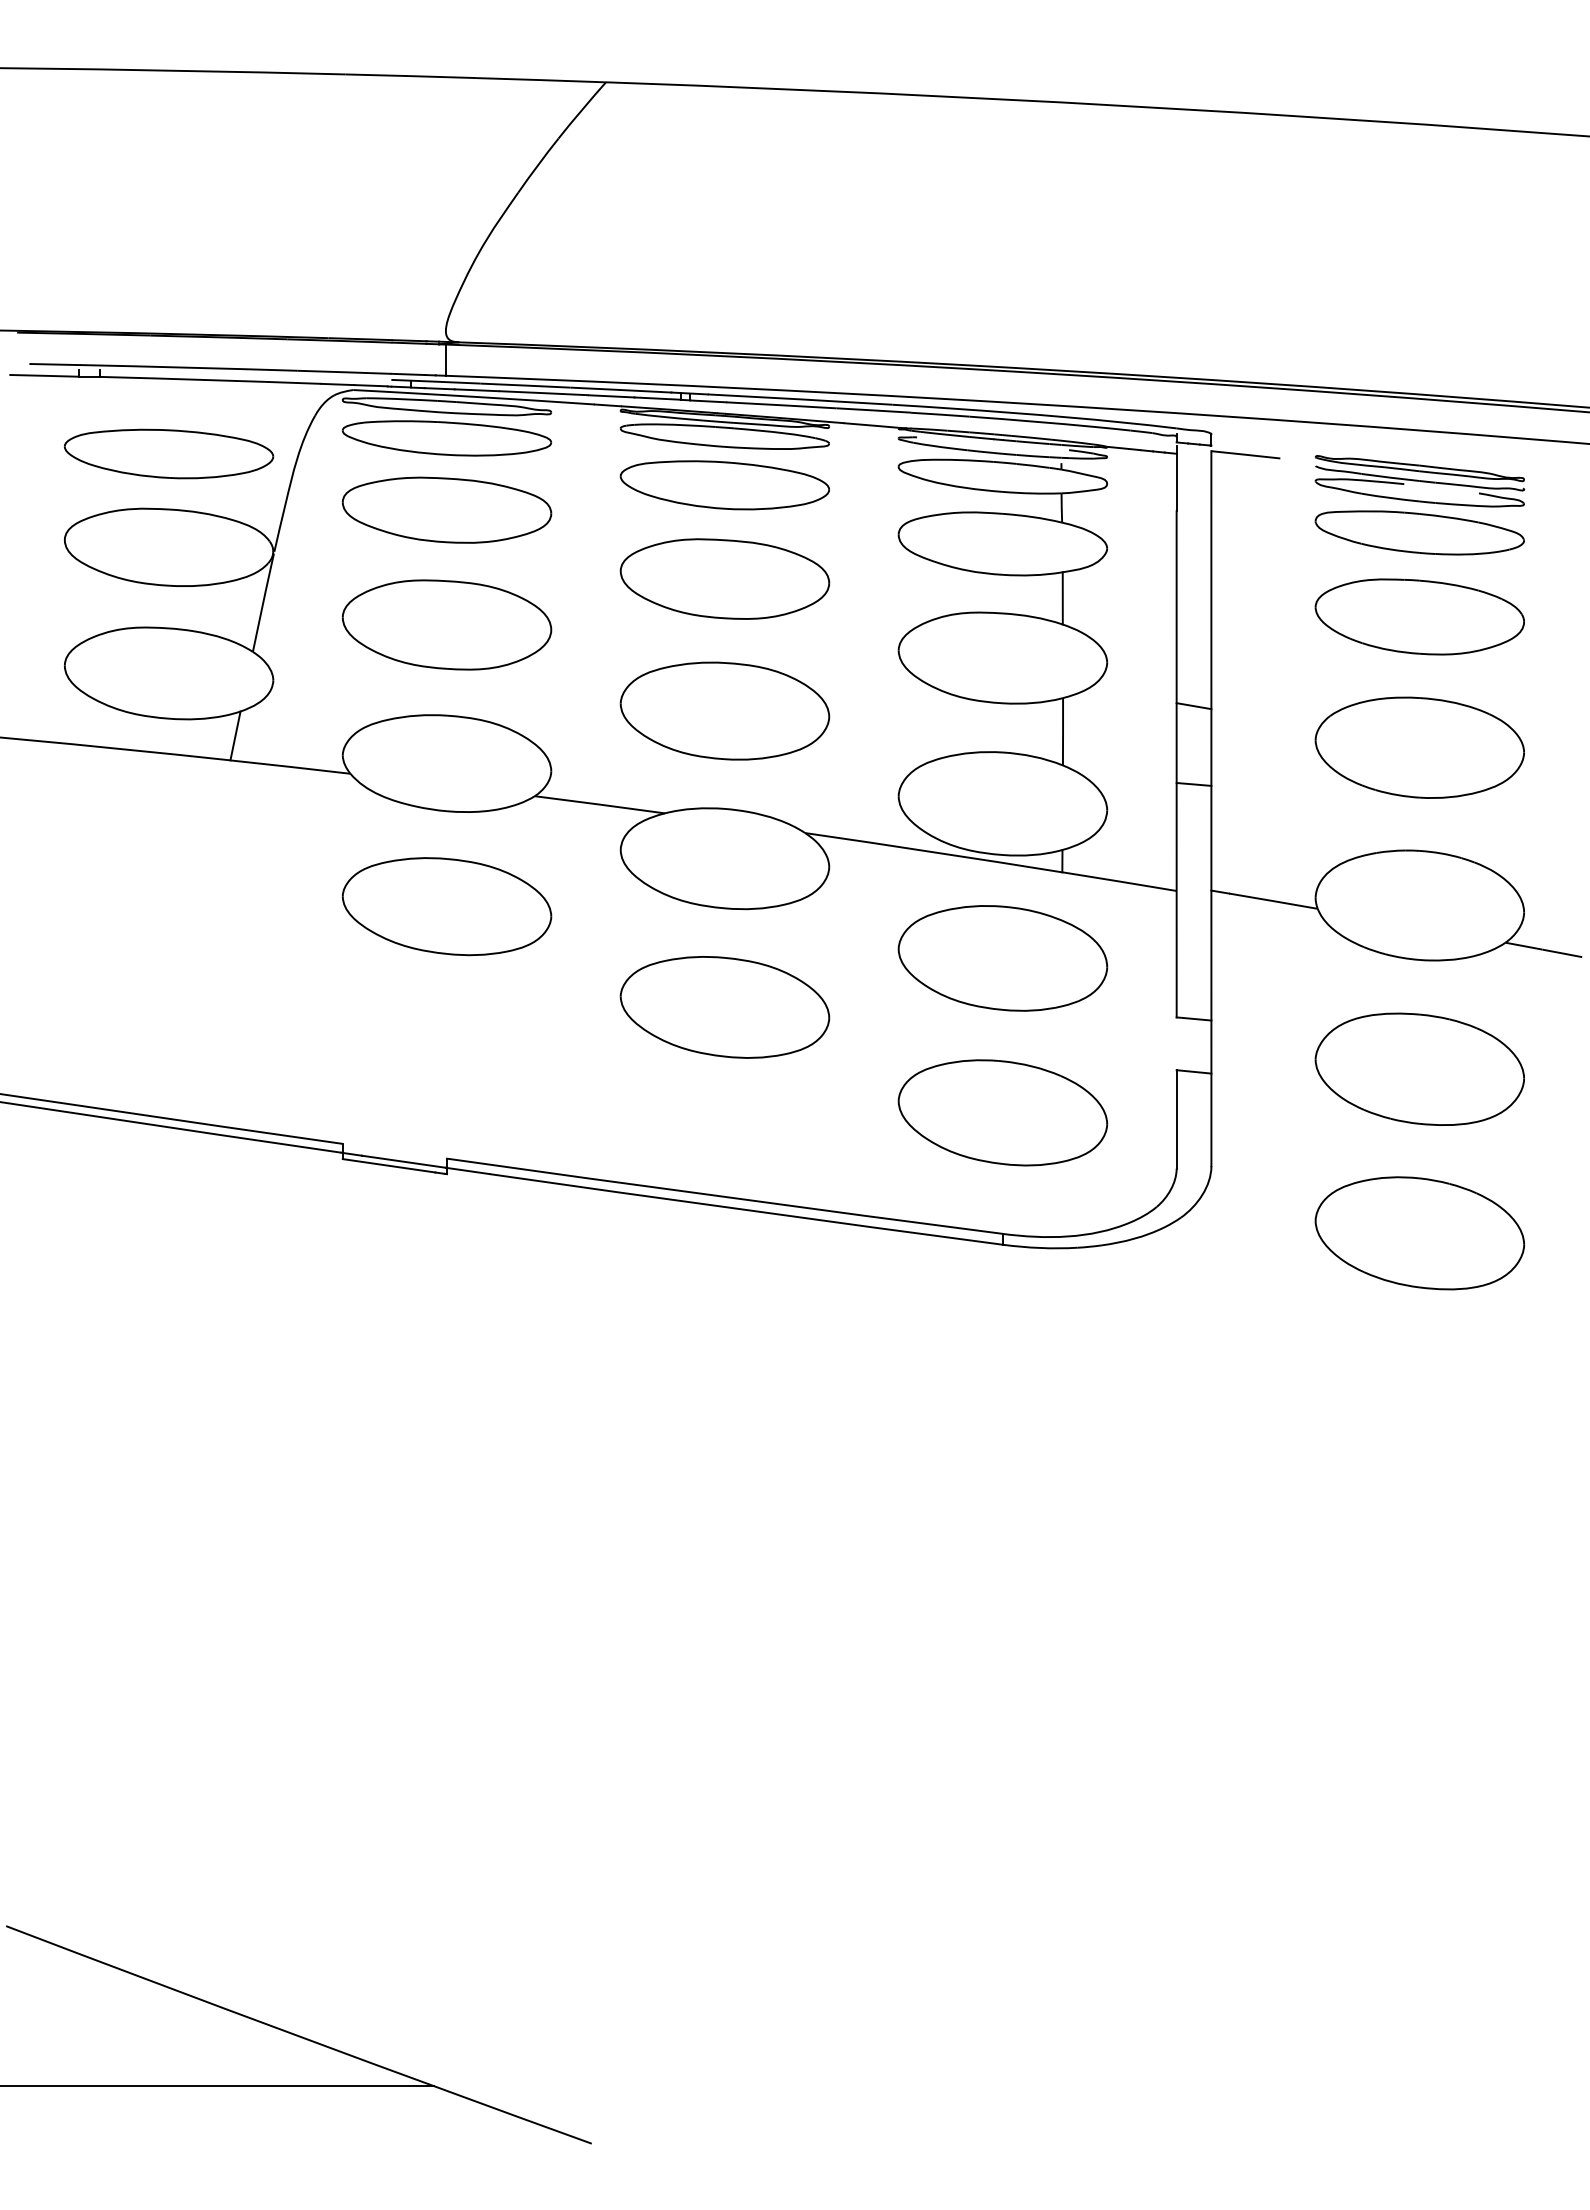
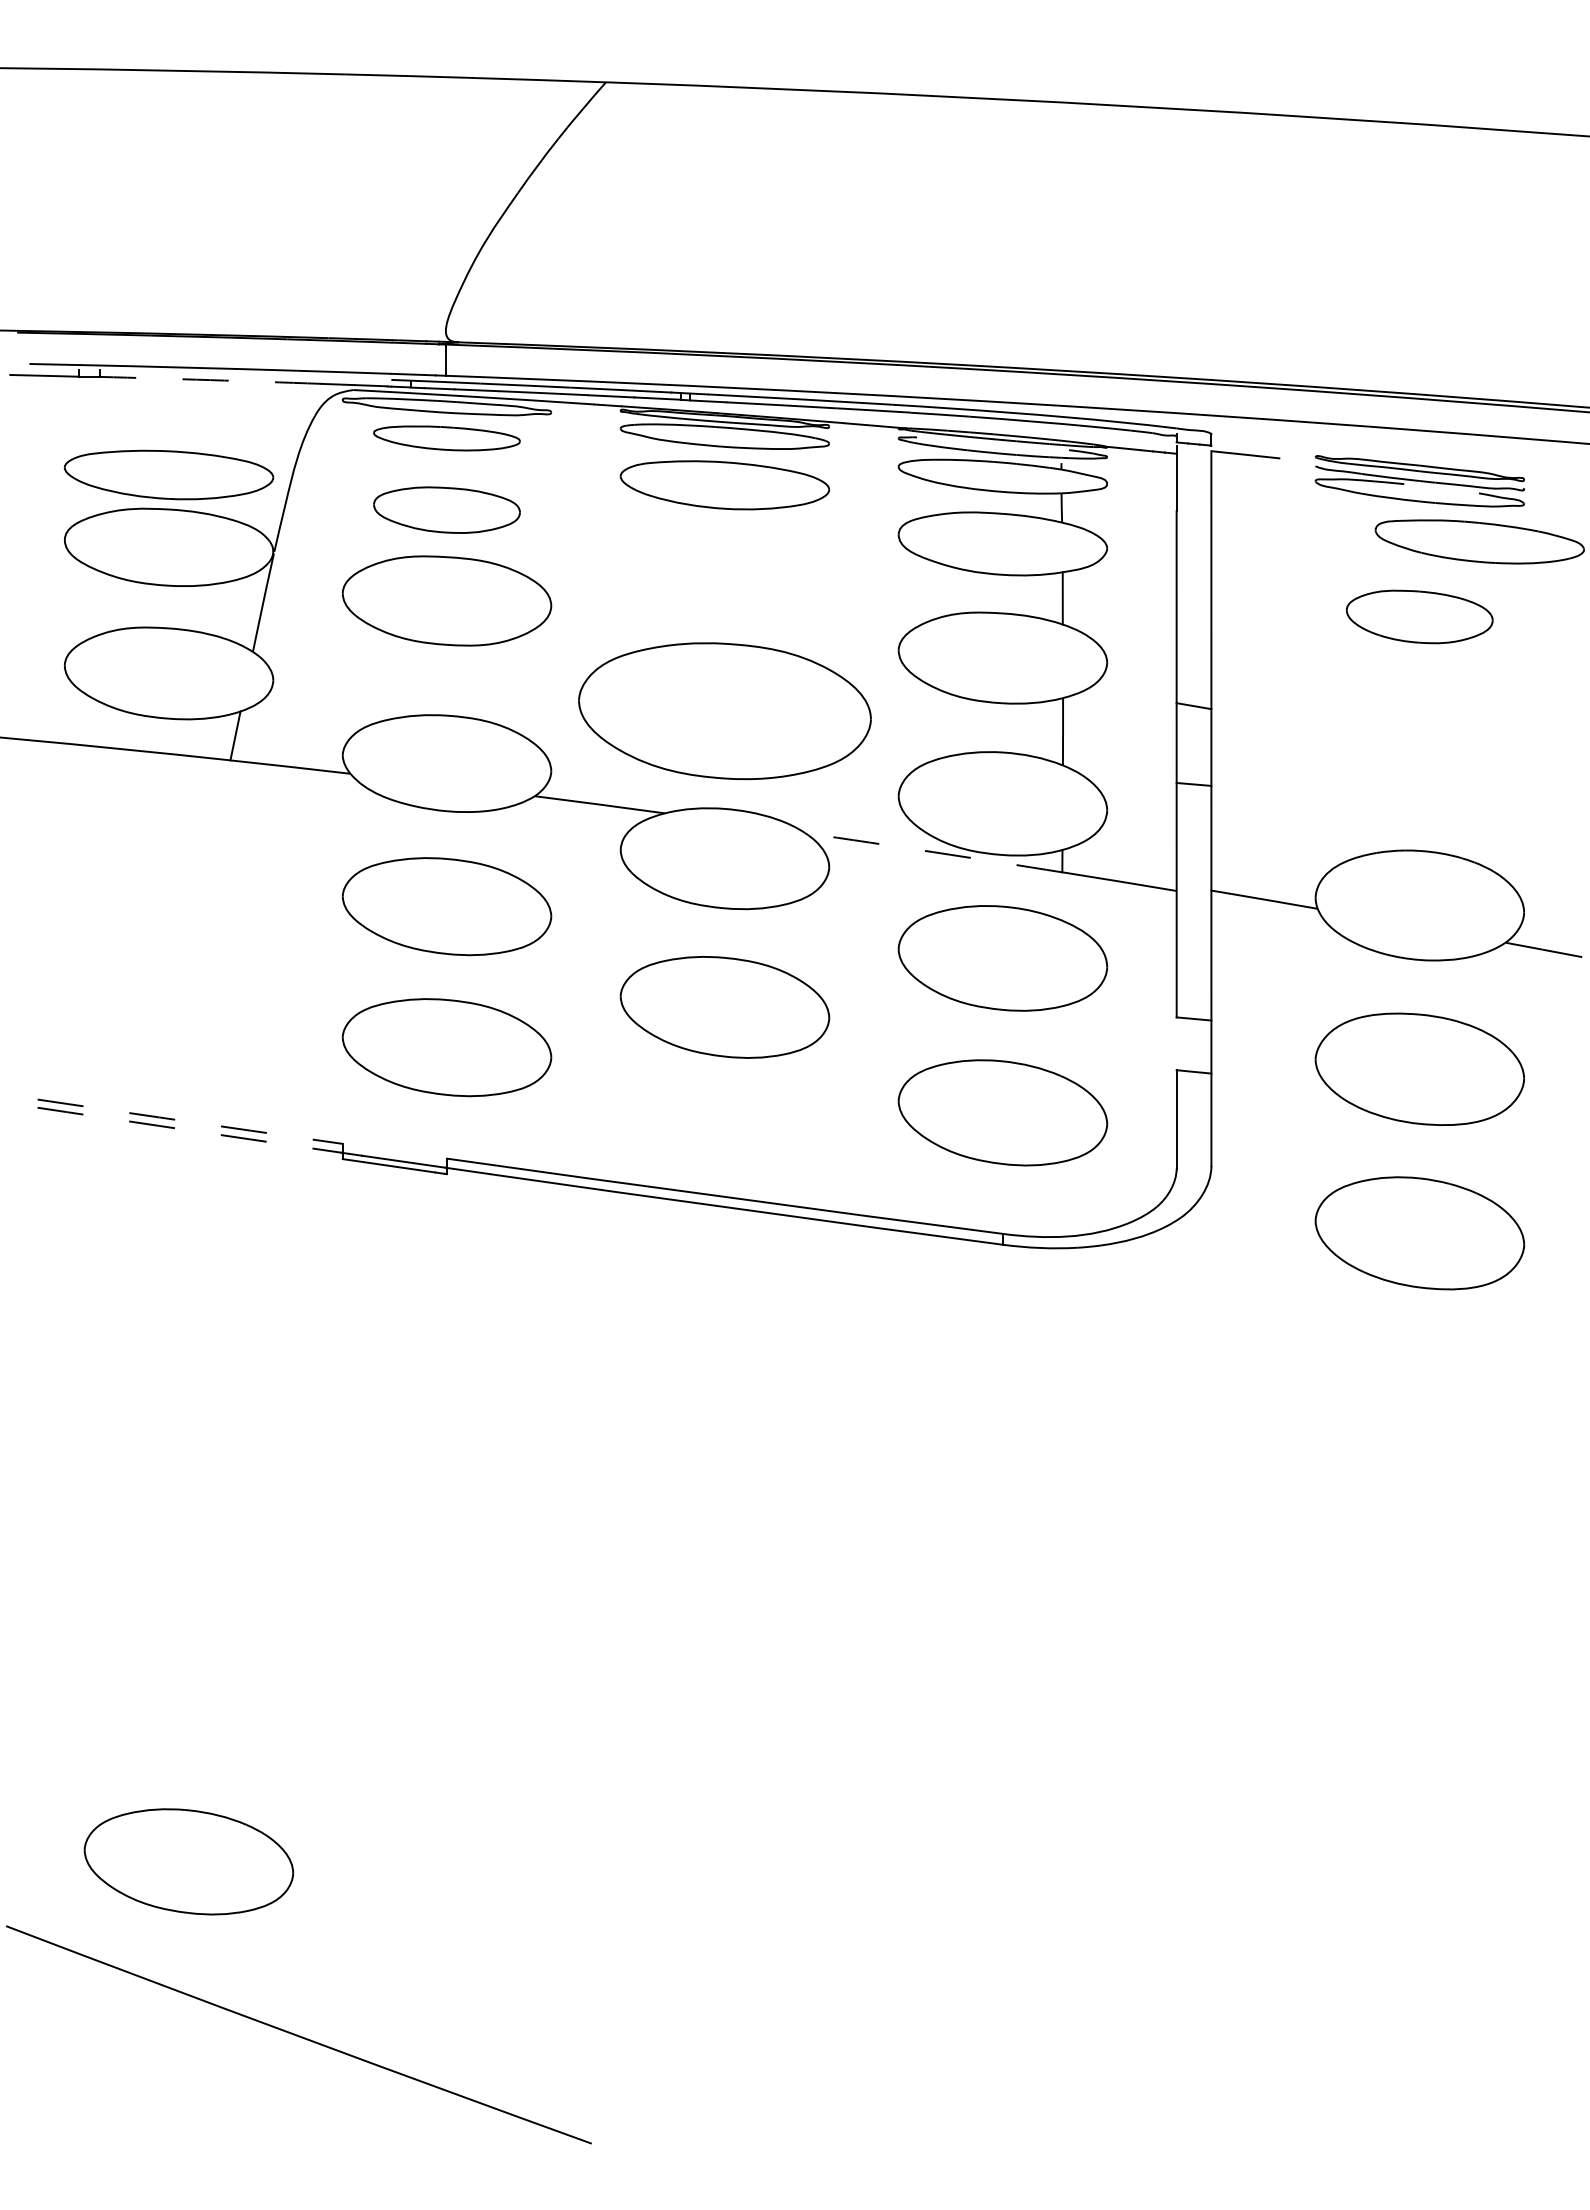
arc at (210, 380): solid -> dashed
part at (446, 438) size: 212x37 px -> 148x27 px
part at (168, 453) position: (168, 453) -> (168, 474)
part at (446, 509) size: 212x68 px -> 148x48 px
part at (1419, 532) position: (1419, 532) -> (1479, 541)
part at (724, 578): present -> none
part at (1419, 616) size: 211x78 px -> 149x56 px
part at (446, 624) position: (446, 624) -> (446, 600)
part at (724, 710) size: 212x100 px -> 294x138 px
part at (1419, 747): present -> none
arc at (933, 852): solid -> dashed
part at (446, 1047): none -> present
arc at (171, 1119): solid -> dashed
arc at (171, 1127): solid -> dashed
part at (188, 1861): none -> present
line at (218, 2086): present -> none
